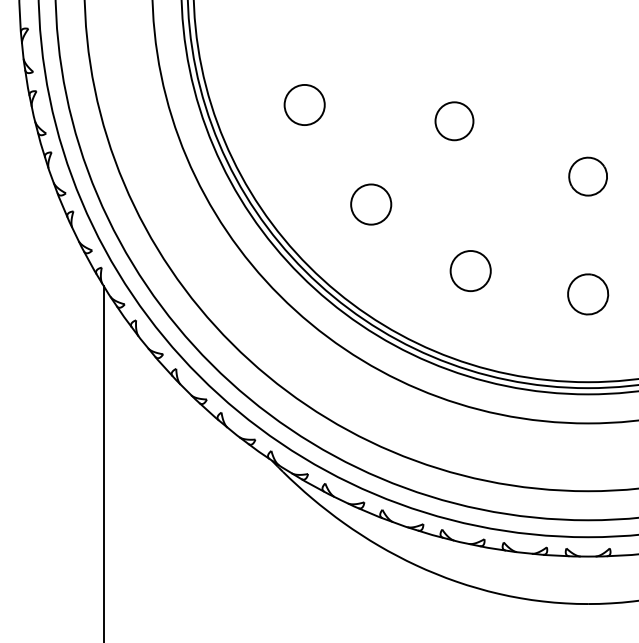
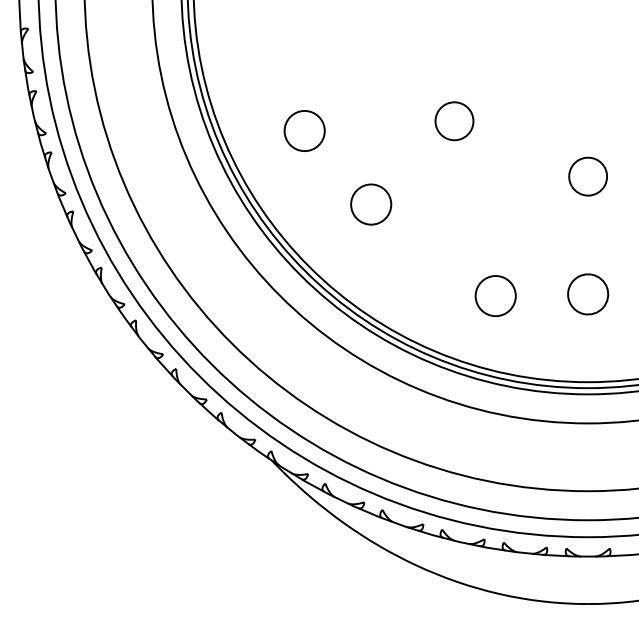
circle at (304, 104) position: (304, 104) -> (304, 130)
circle at (470, 270) position: (470, 270) -> (495, 295)
line at (103, 462): present -> none
